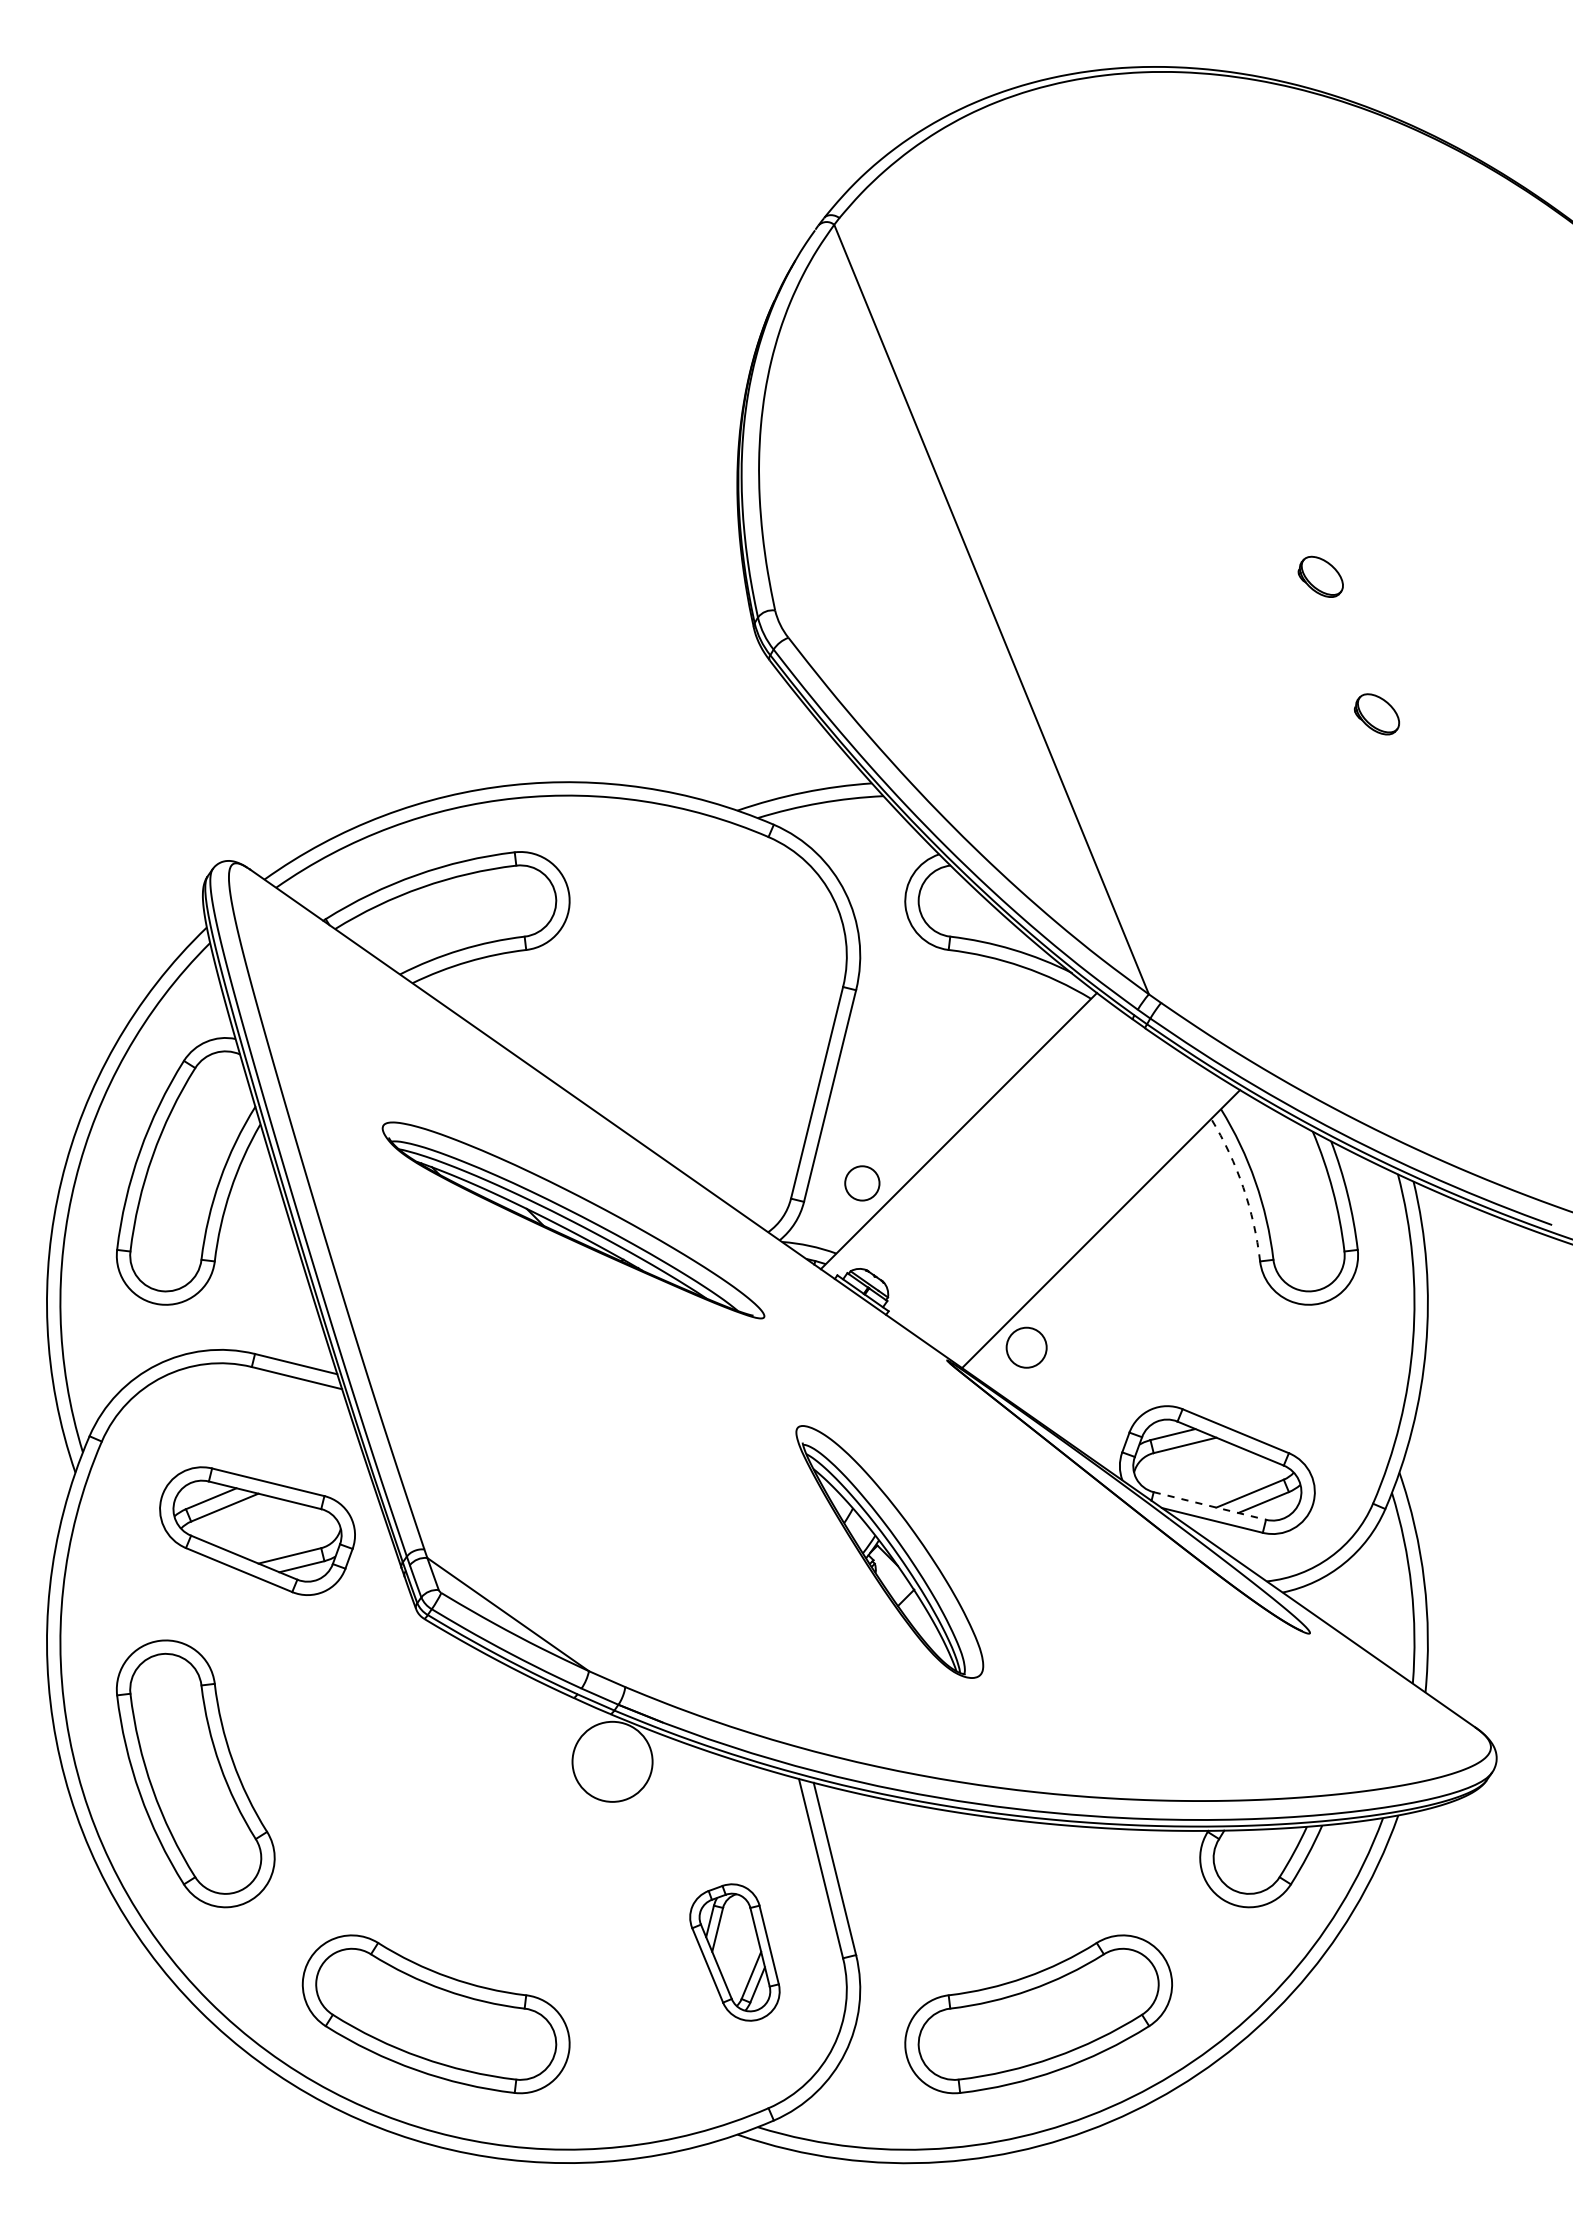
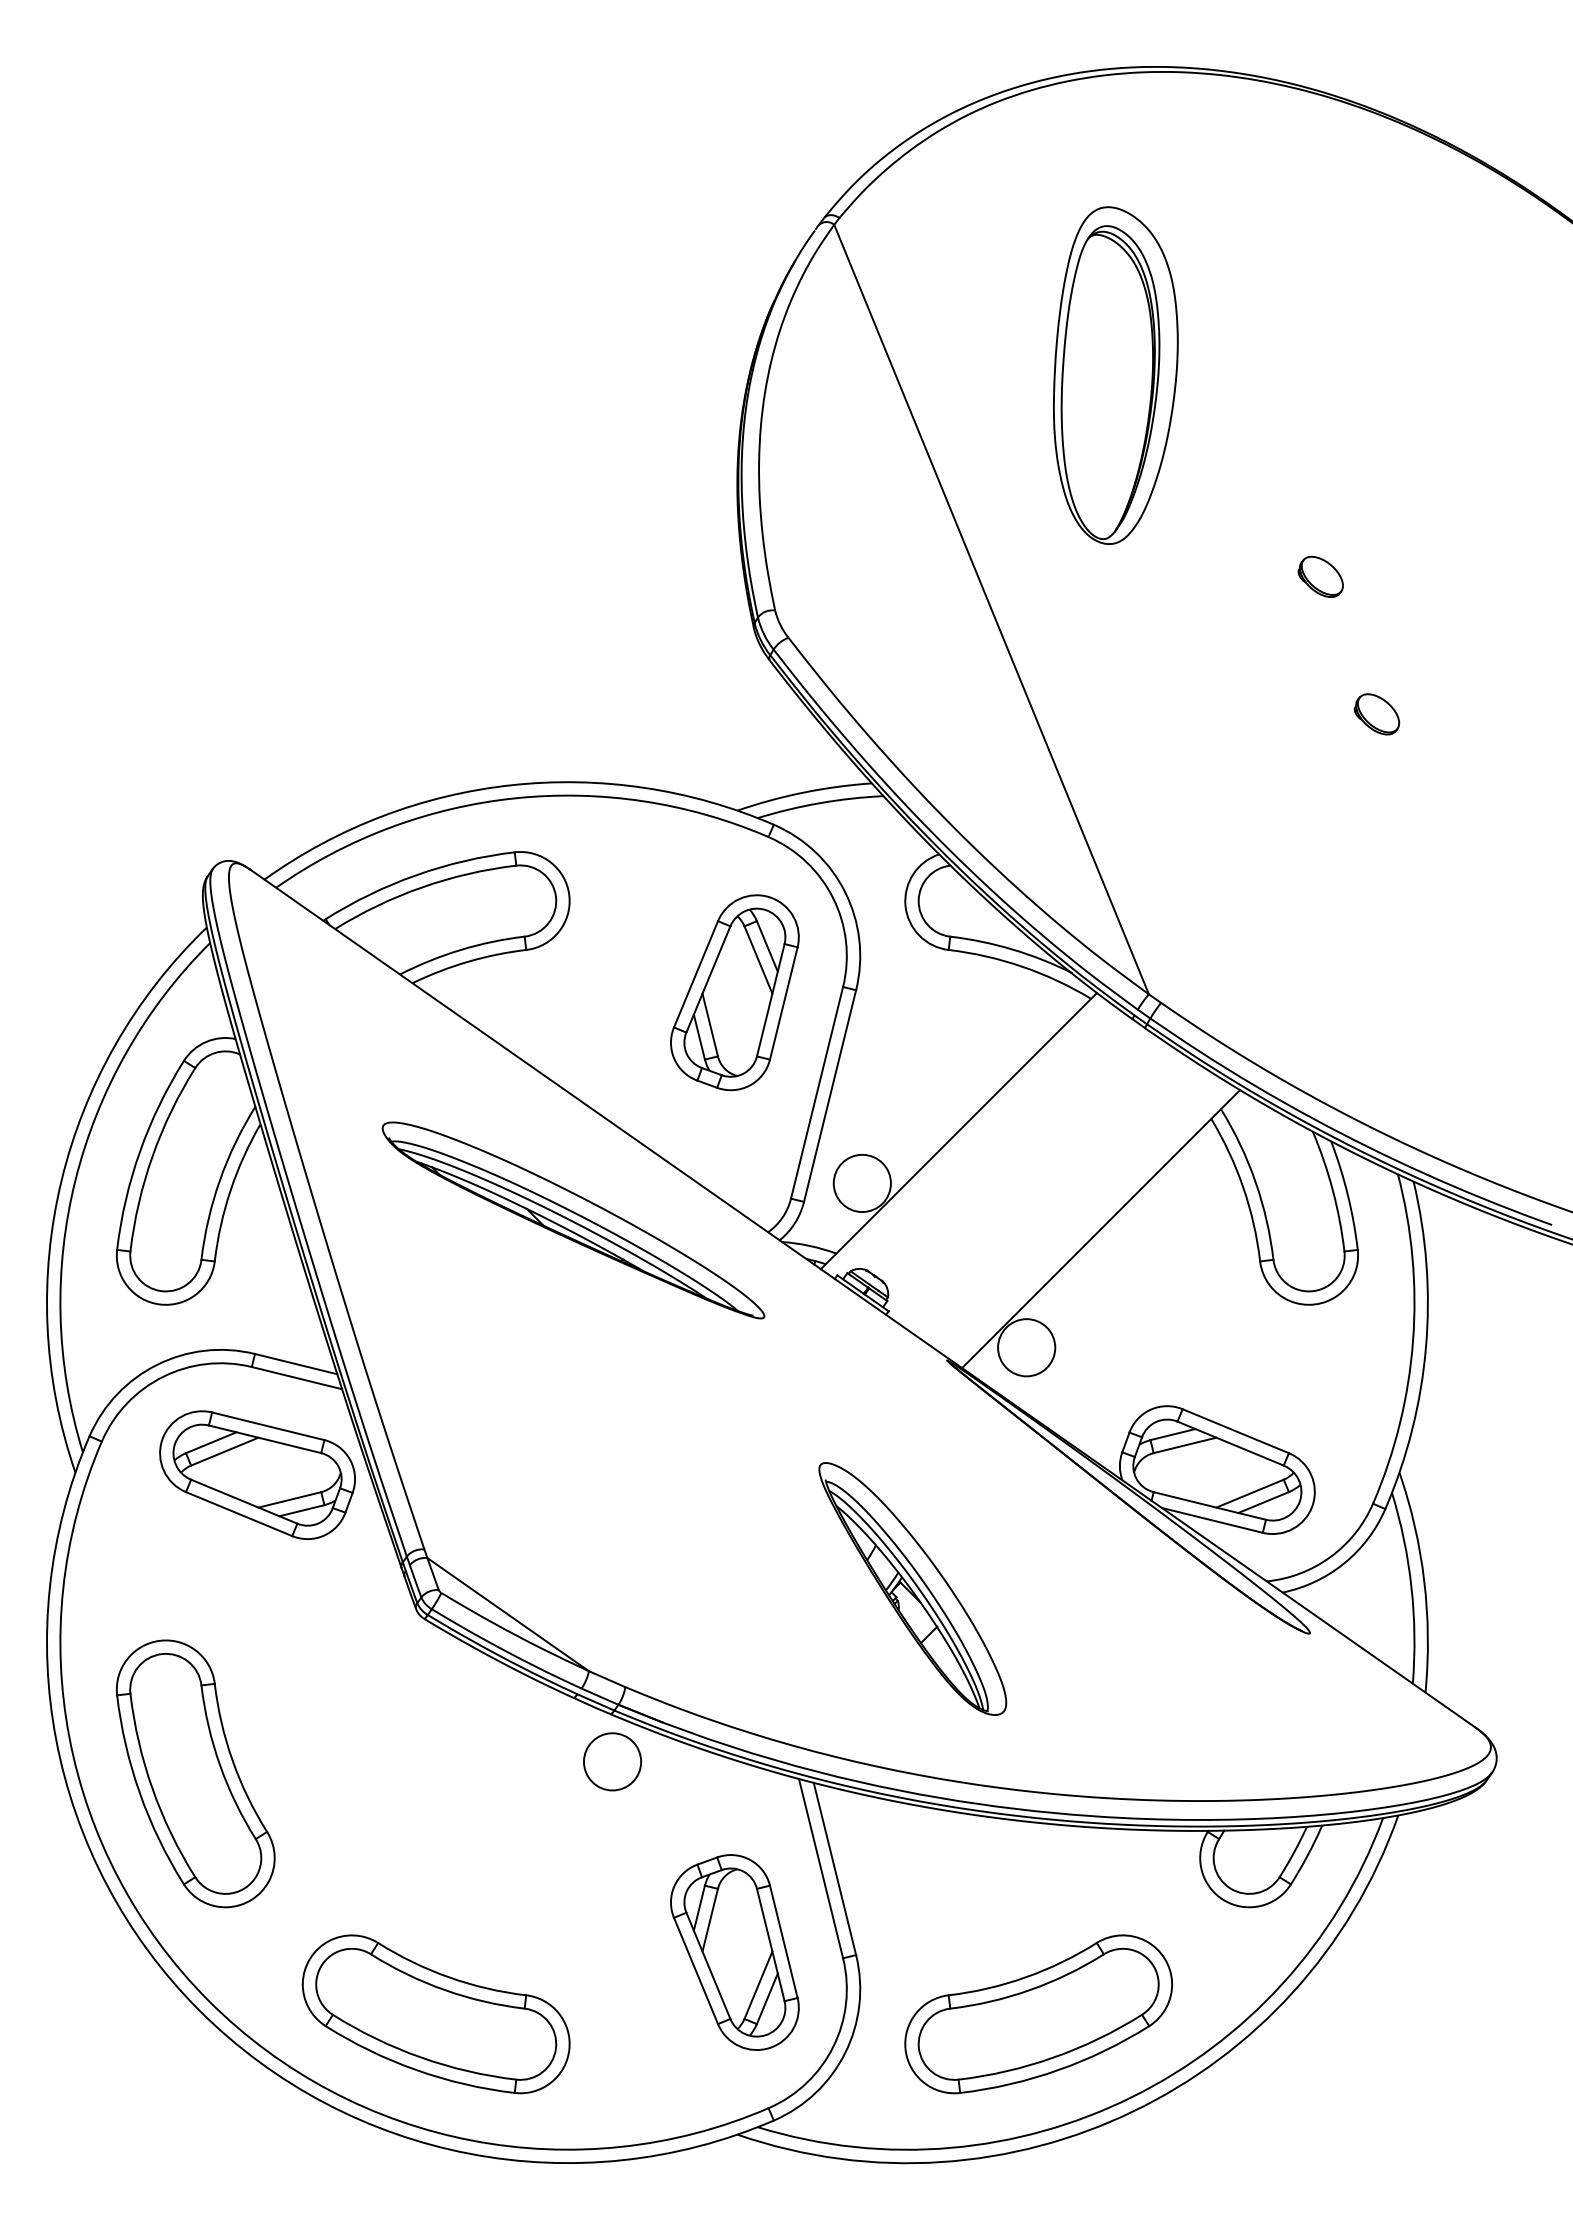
part at (1115, 375): none -> present
part at (734, 992): none -> present
circle at (862, 1183) diameter: 34 px -> 57 px
arc at (1243, 1187): dashed -> solid
circle at (1026, 1347) diameter: 40 px -> 57 px
line at (1209, 1505): dashed -> solid
part at (257, 1530) position: (257, 1530) -> (257, 1474)
part at (889, 1551) position: (889, 1551) -> (912, 1588)
circle at (612, 1761) diameter: 80 px -> 57 px
part at (734, 1952) size: 92x139 px -> 130x197 px
